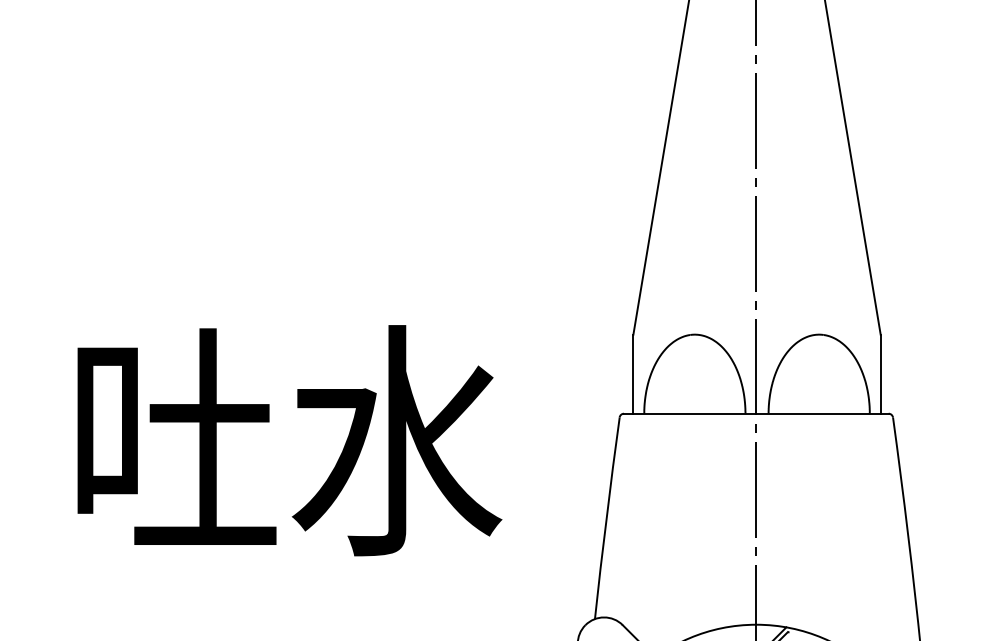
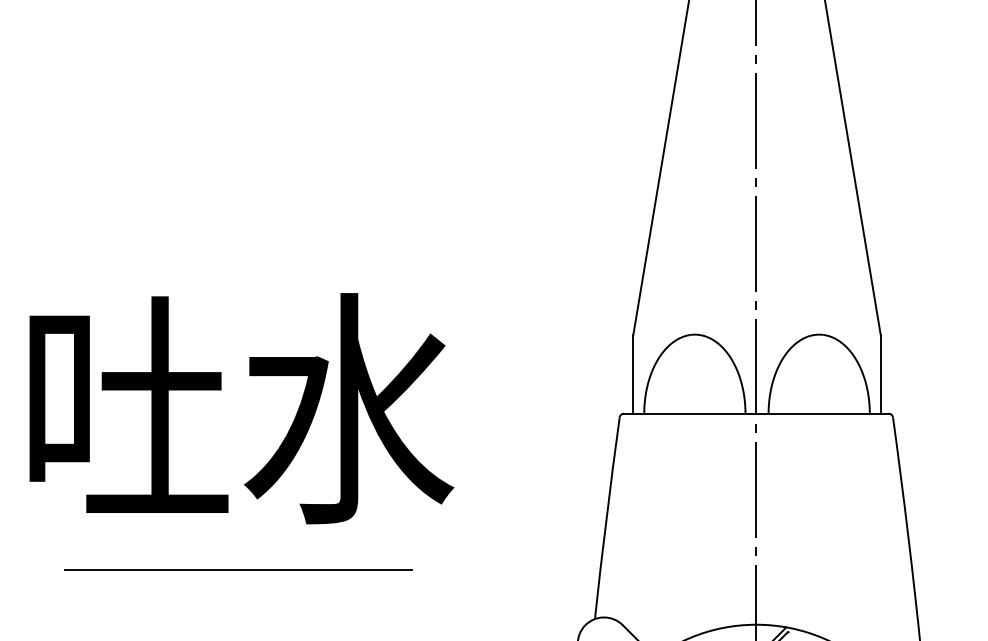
text at (289, 440) position: (289, 440) -> (241, 408)
line at (238, 569): none -> present
